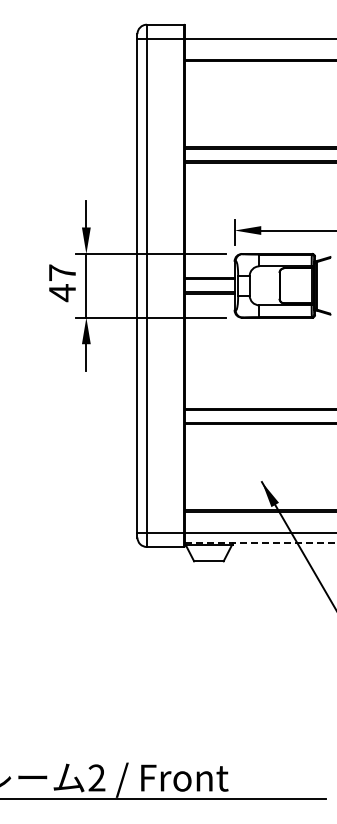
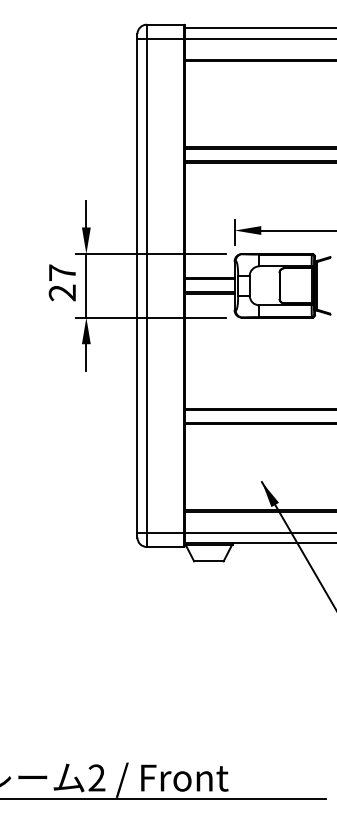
line at (258, 28): none -> present
text at (61, 293): 47 -> 27
line at (260, 543): dashed -> solid
